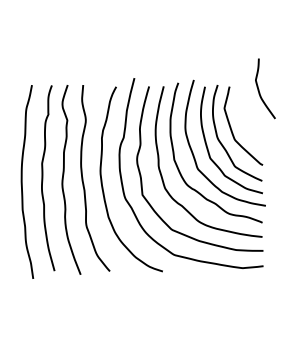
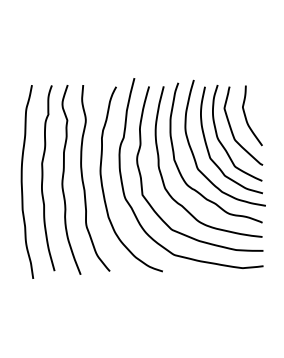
curve at (259, 89) position: (259, 89) -> (246, 116)
